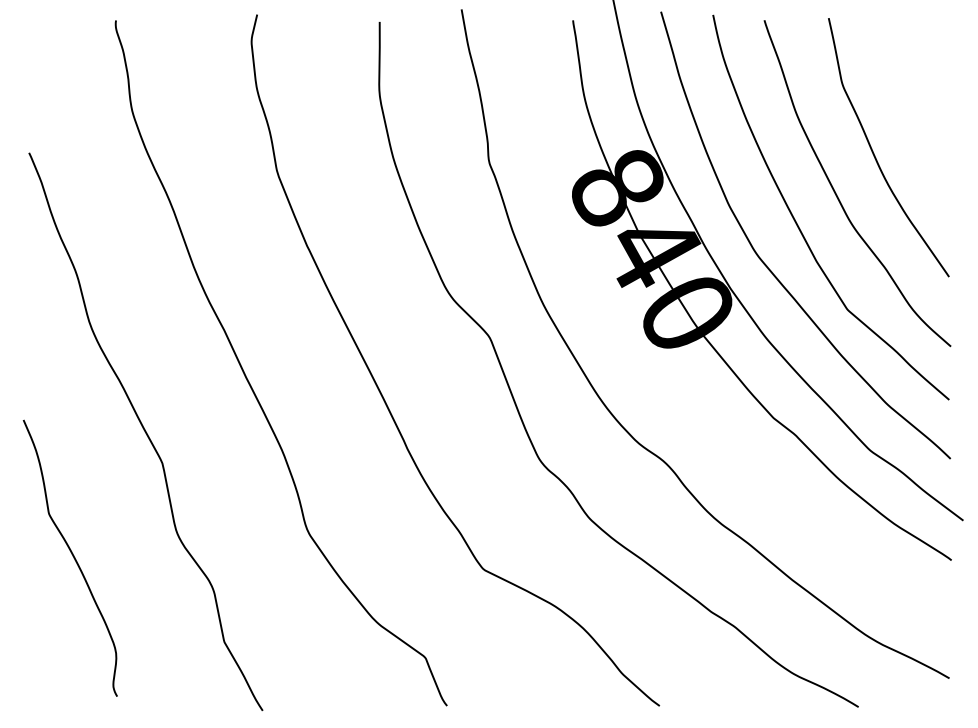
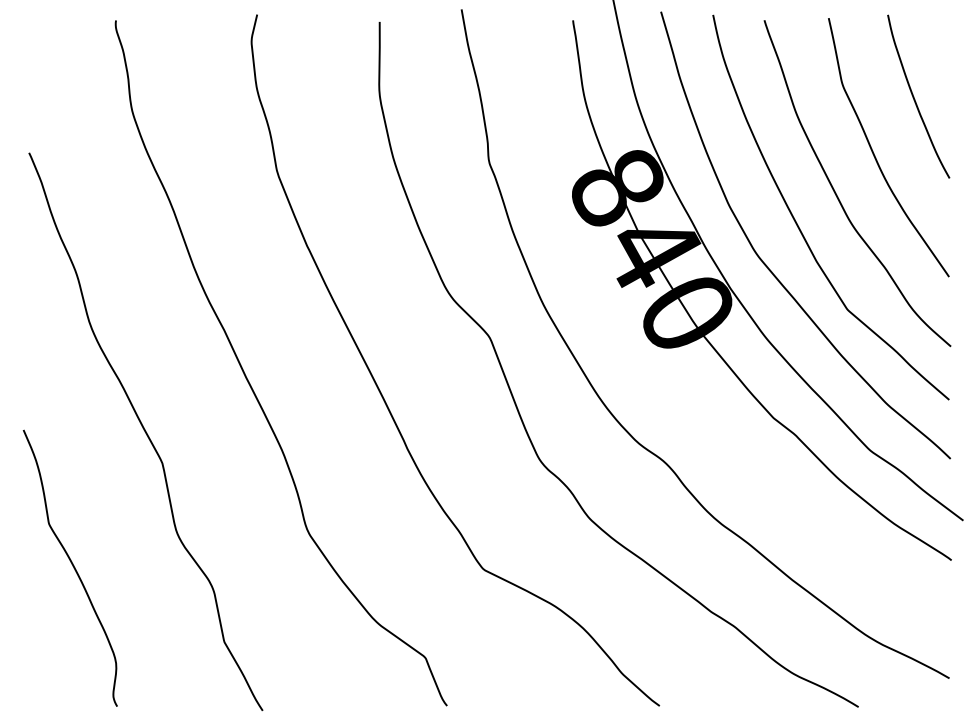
curve at (914, 96): none -> present
curve at (72, 556) position: (72, 556) -> (72, 566)
